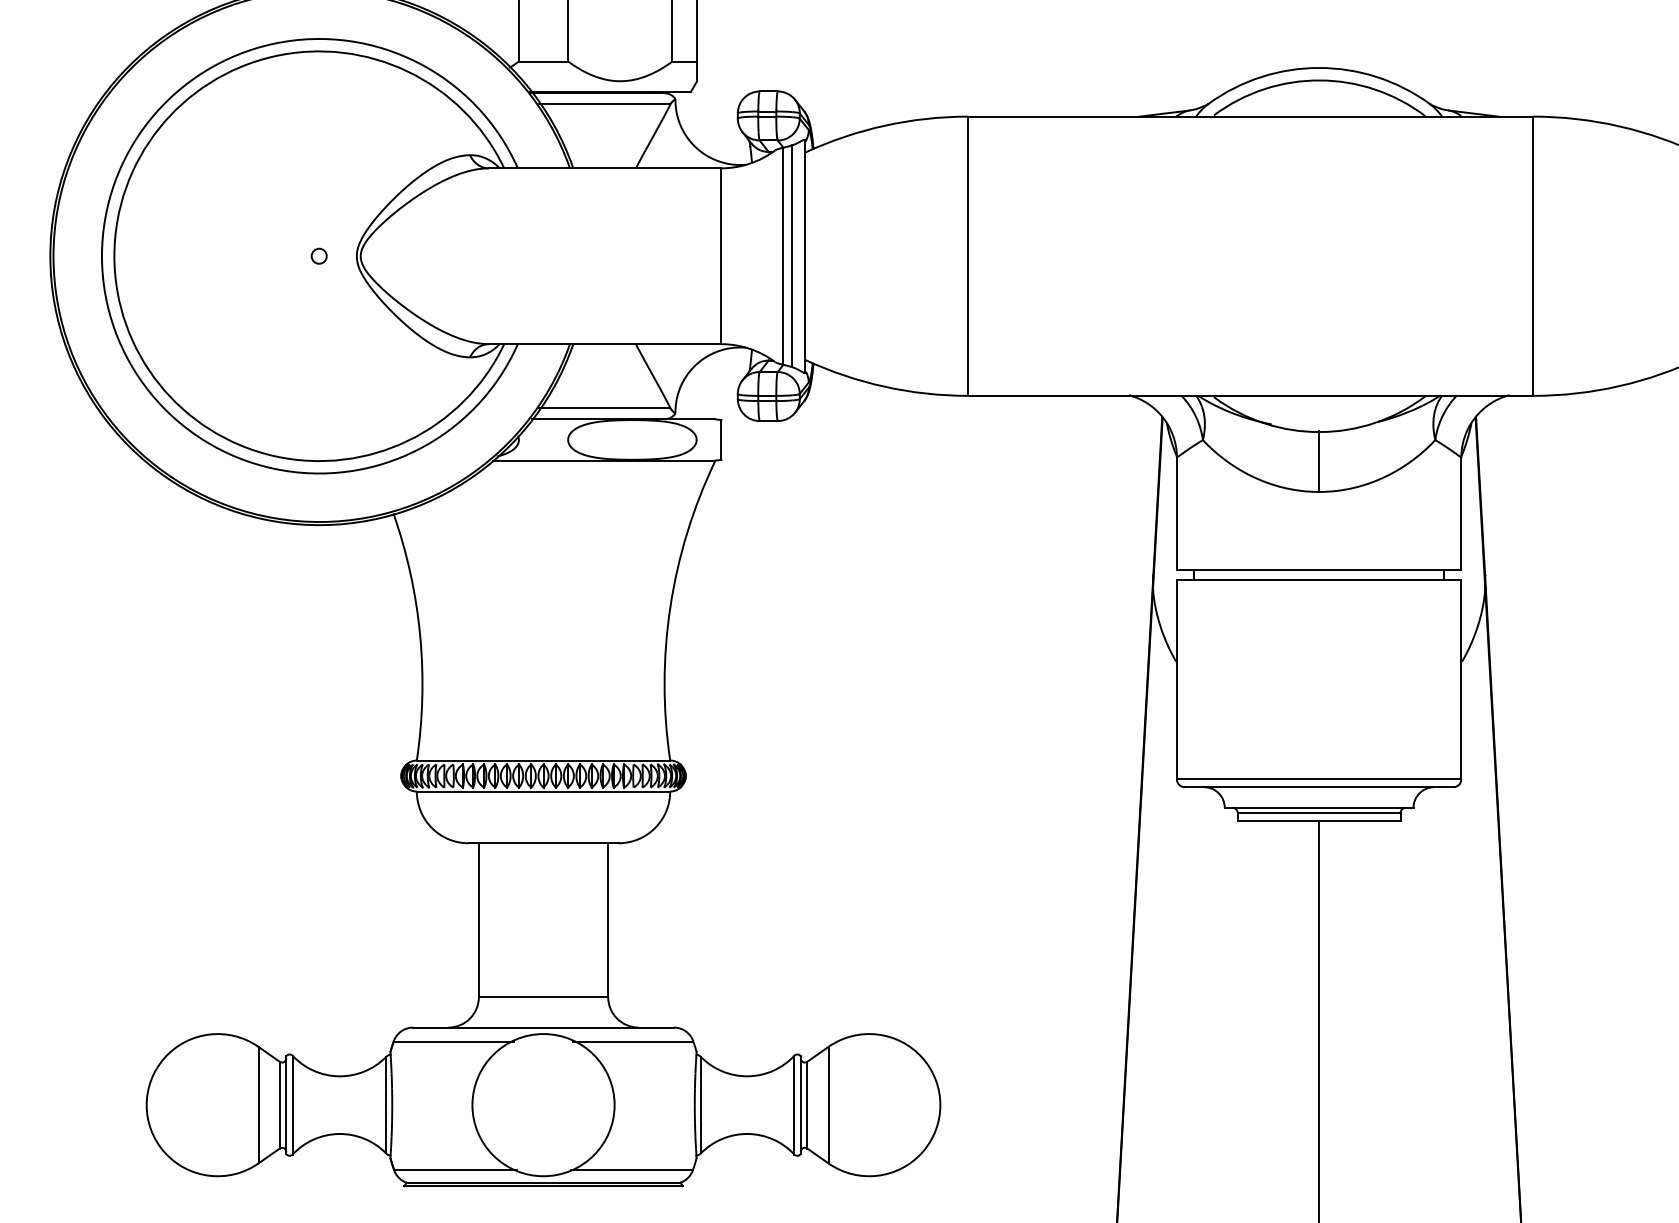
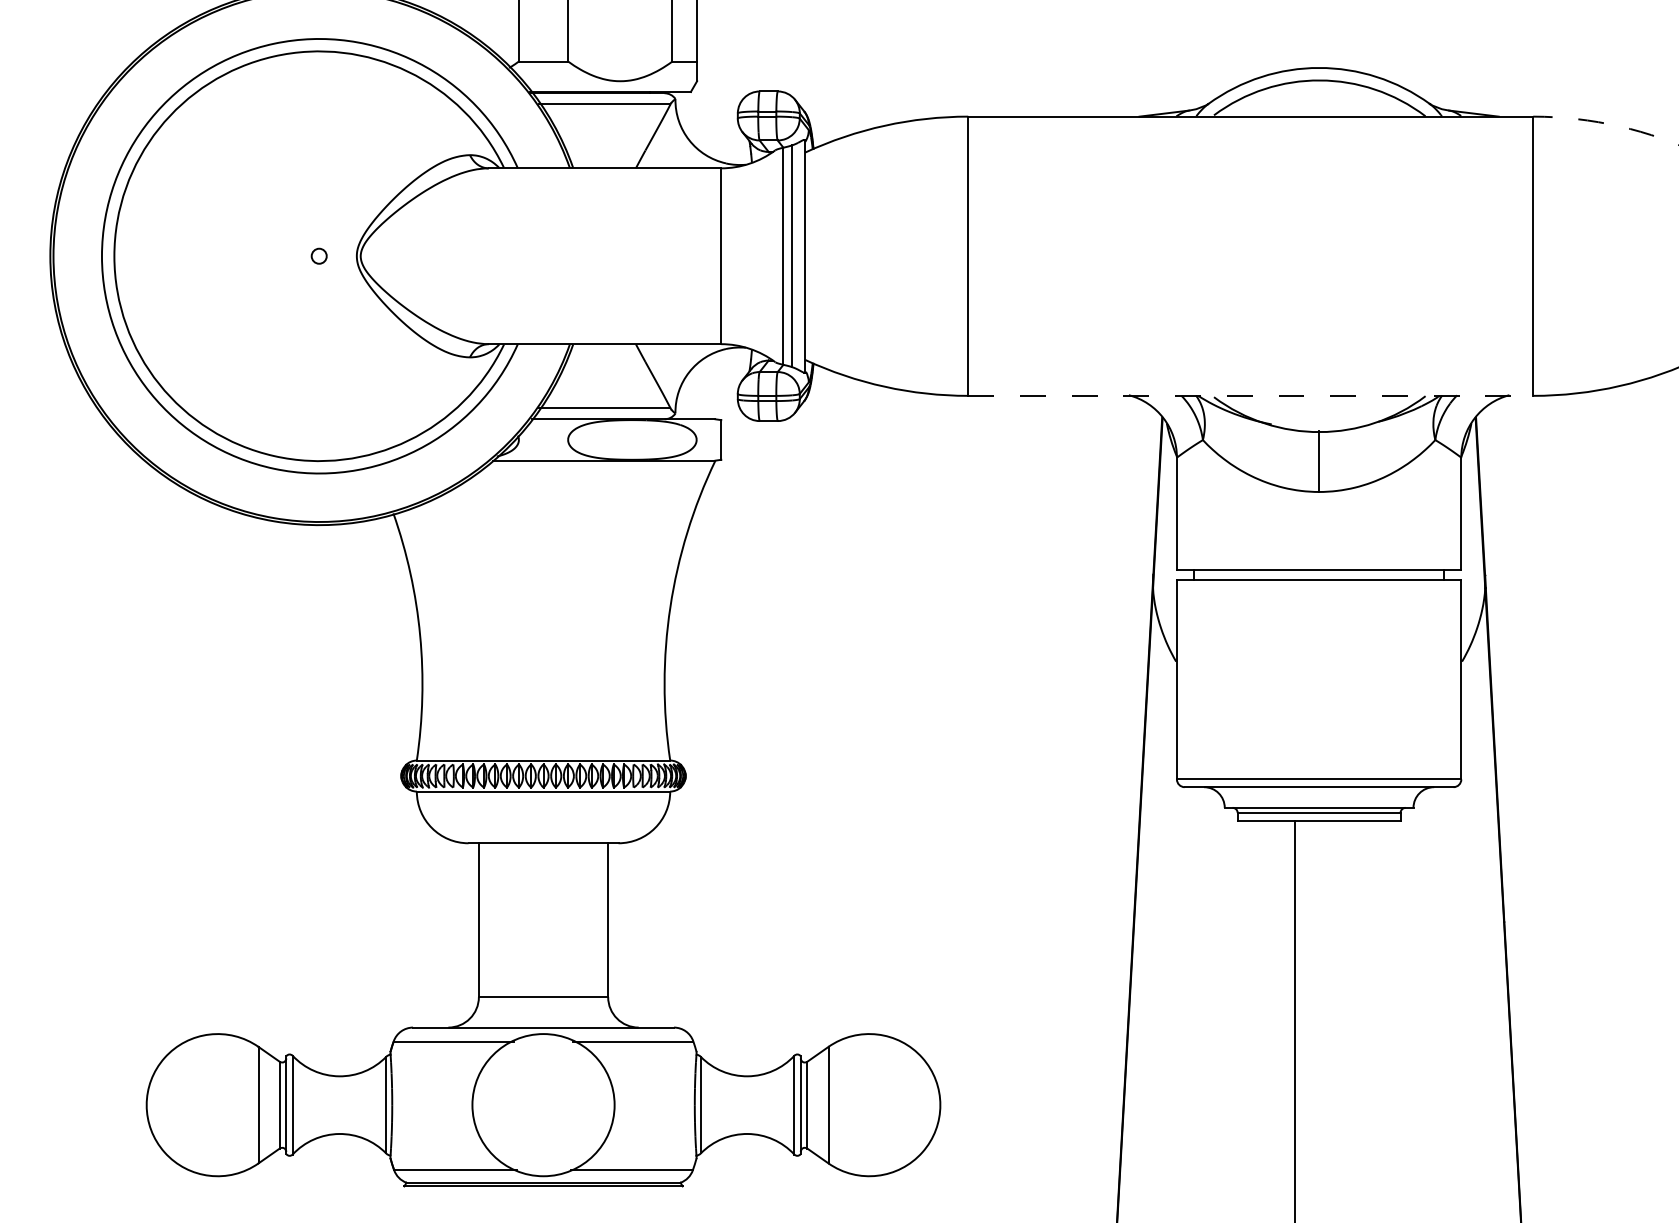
arc at (1607, 123): solid -> dashed
line at (1251, 395): solid -> dashed
line at (1319, 1019) position: (1319, 1019) -> (1295, 1019)
